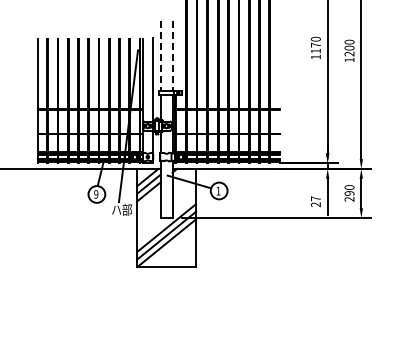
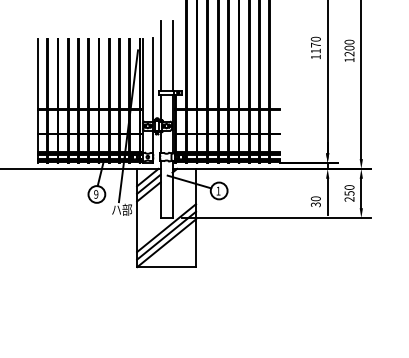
line at (160, 56): dashed -> solid
line at (172, 56): dashed -> solid
text at (349, 193): 290 -> 250
text at (315, 201): 27 -> 30
